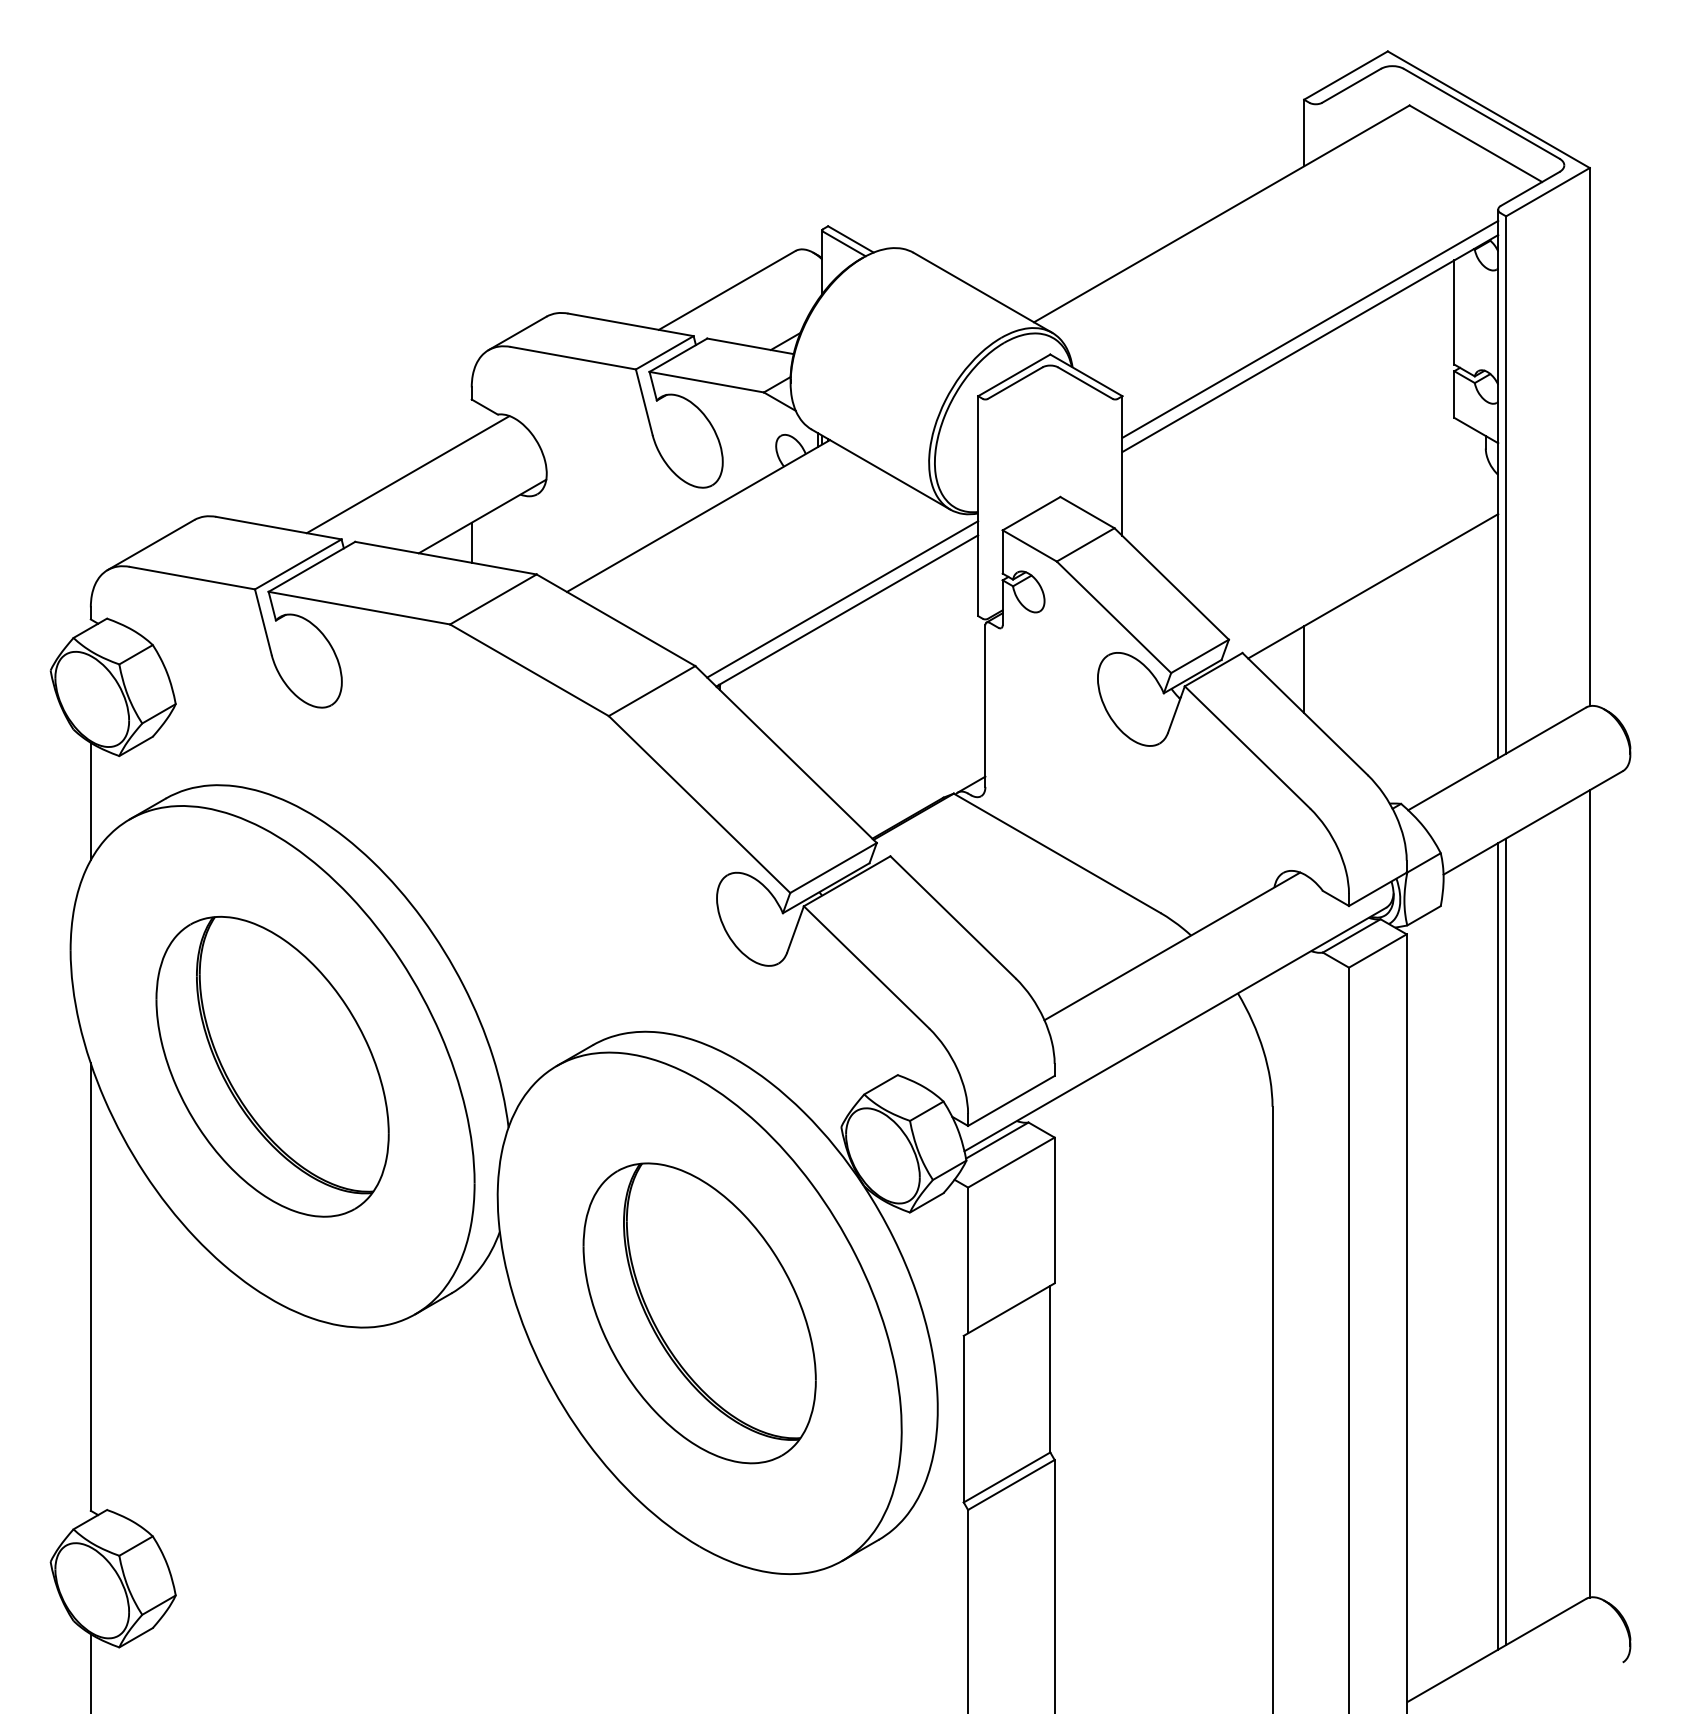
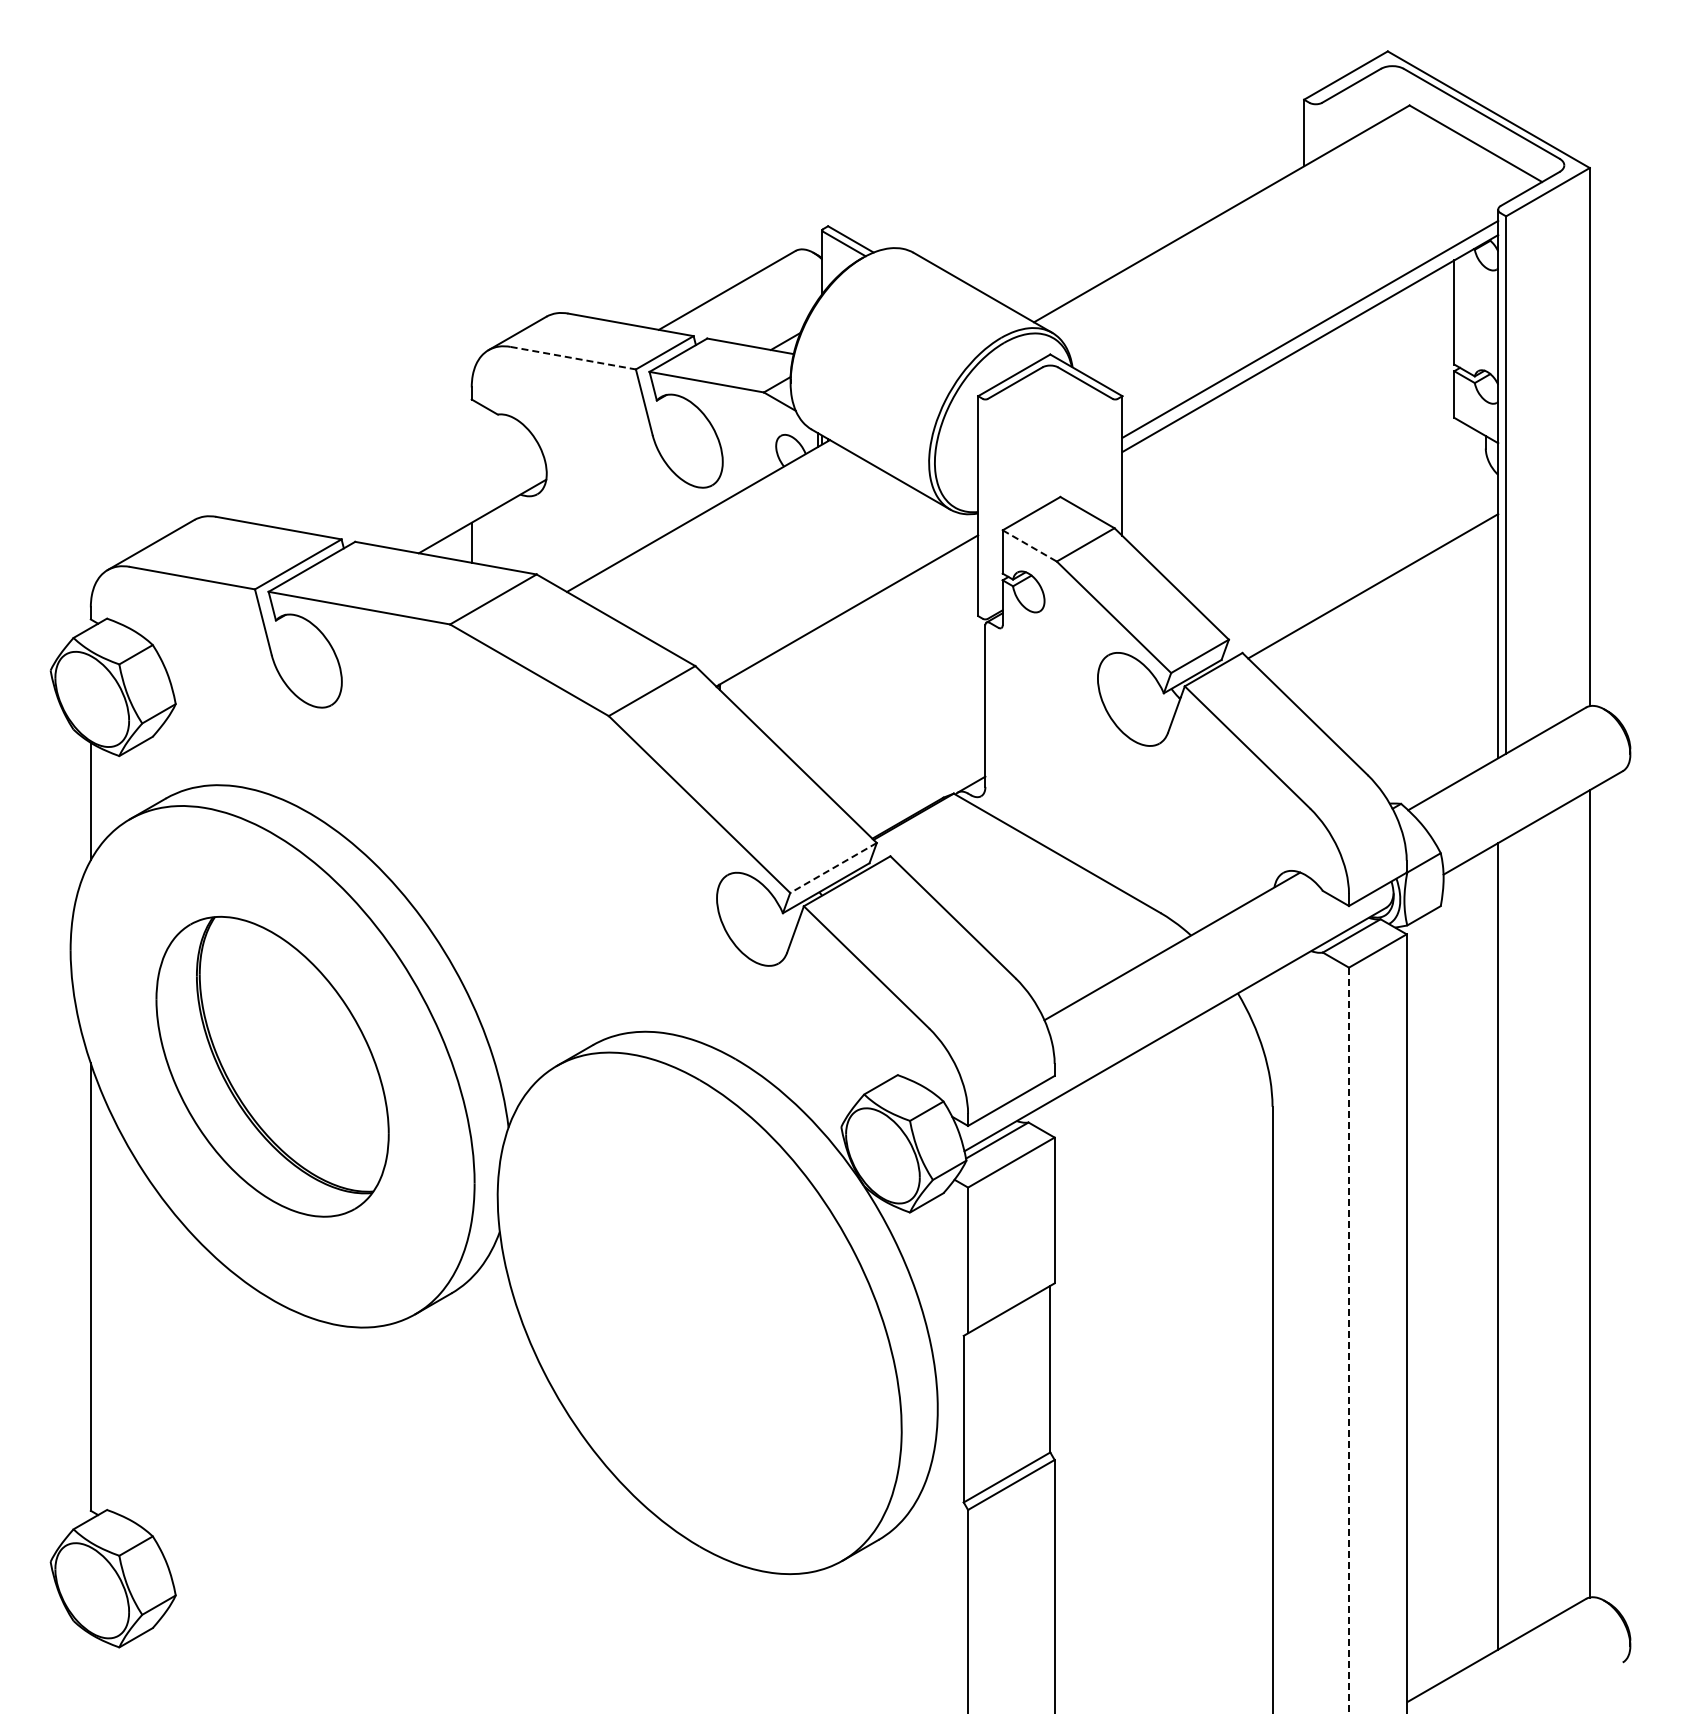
line at (573, 358): solid -> dashed
line at (407, 474): present -> none
line at (1030, 546): solid -> dashed
line at (842, 599): present -> none
line at (1304, 669): present -> none
line at (833, 867): solid -> dashed
line at (1506, 1241): present -> none
part at (699, 1313): present -> none
line at (1349, 1340): solid -> dashed
line at (90, 1672): present -> none
